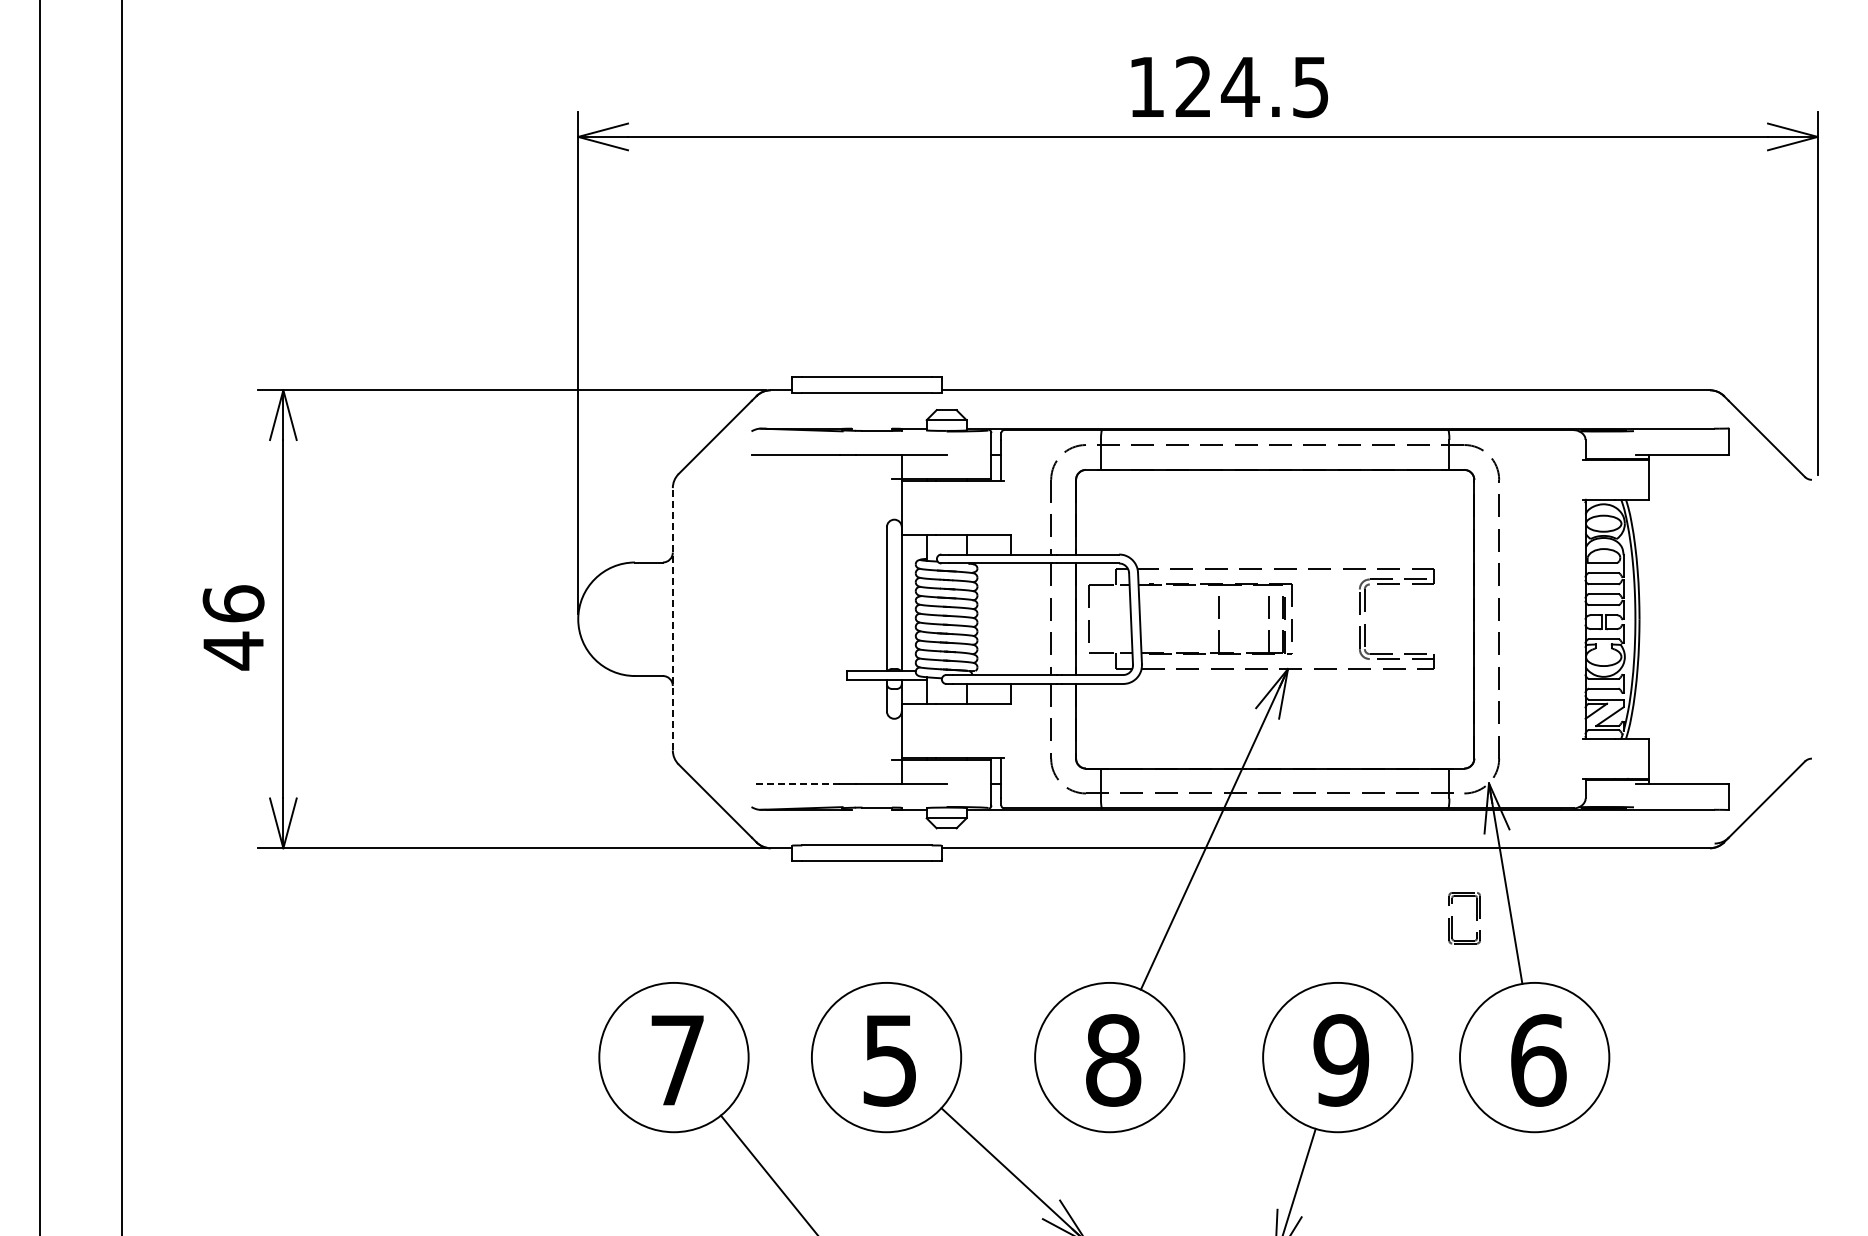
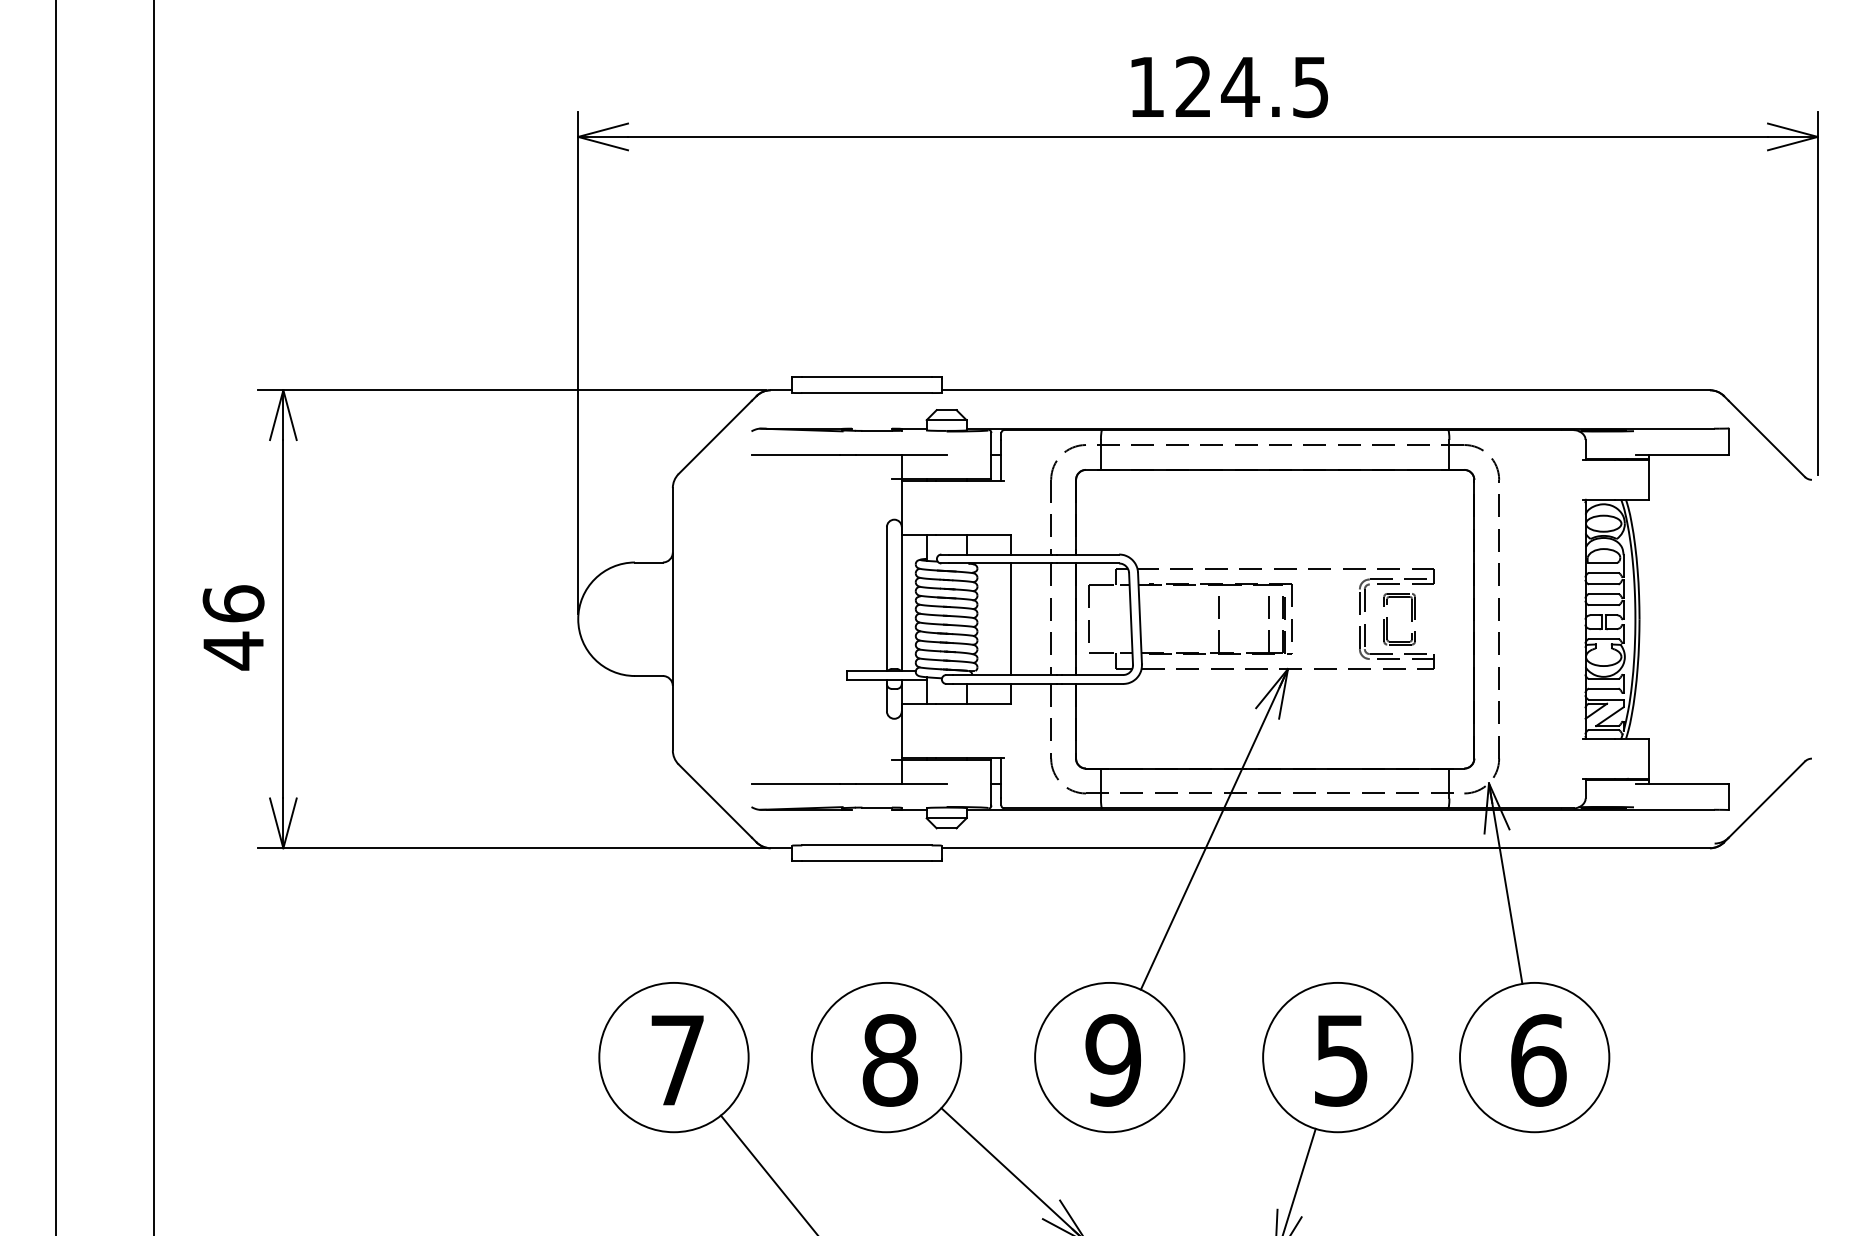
line at (40, 617) position: (40, 617) -> (56, 617)
line at (121, 617) position: (121, 617) -> (153, 617)
line at (672, 618): dashed -> solid
line at (1011, 619): none -> present
line at (795, 783): dashed -> solid
part at (1452, 918) position: (1452, 918) -> (1387, 619)
text at (890, 1060): 5 -> 8
text at (1113, 1060): 8 -> 9
text at (1341, 1060): 9 -> 5
